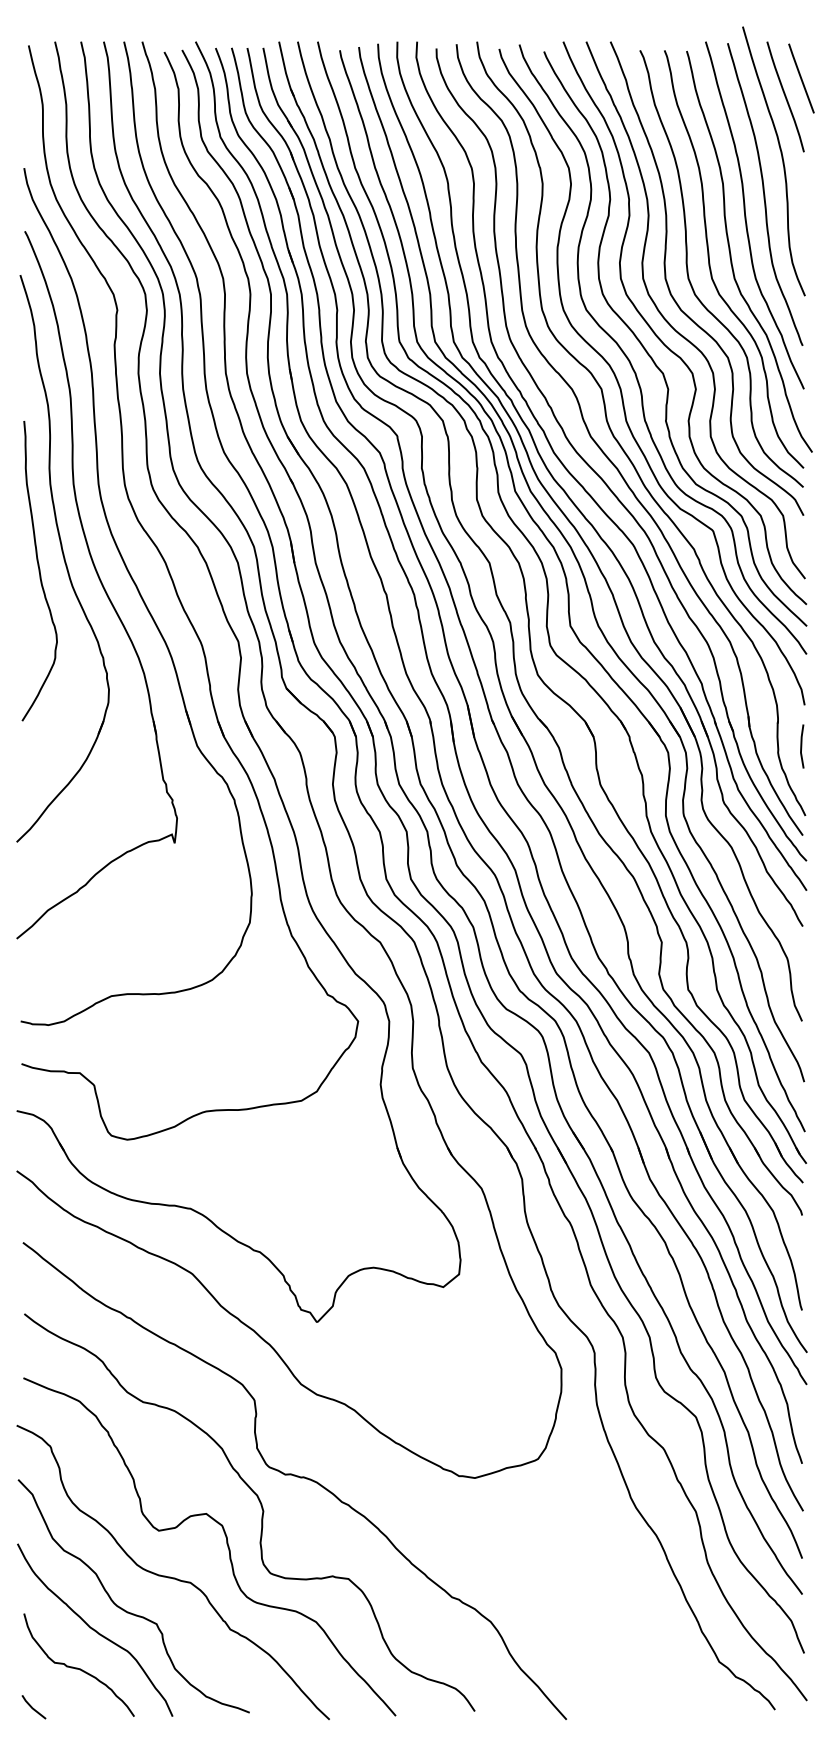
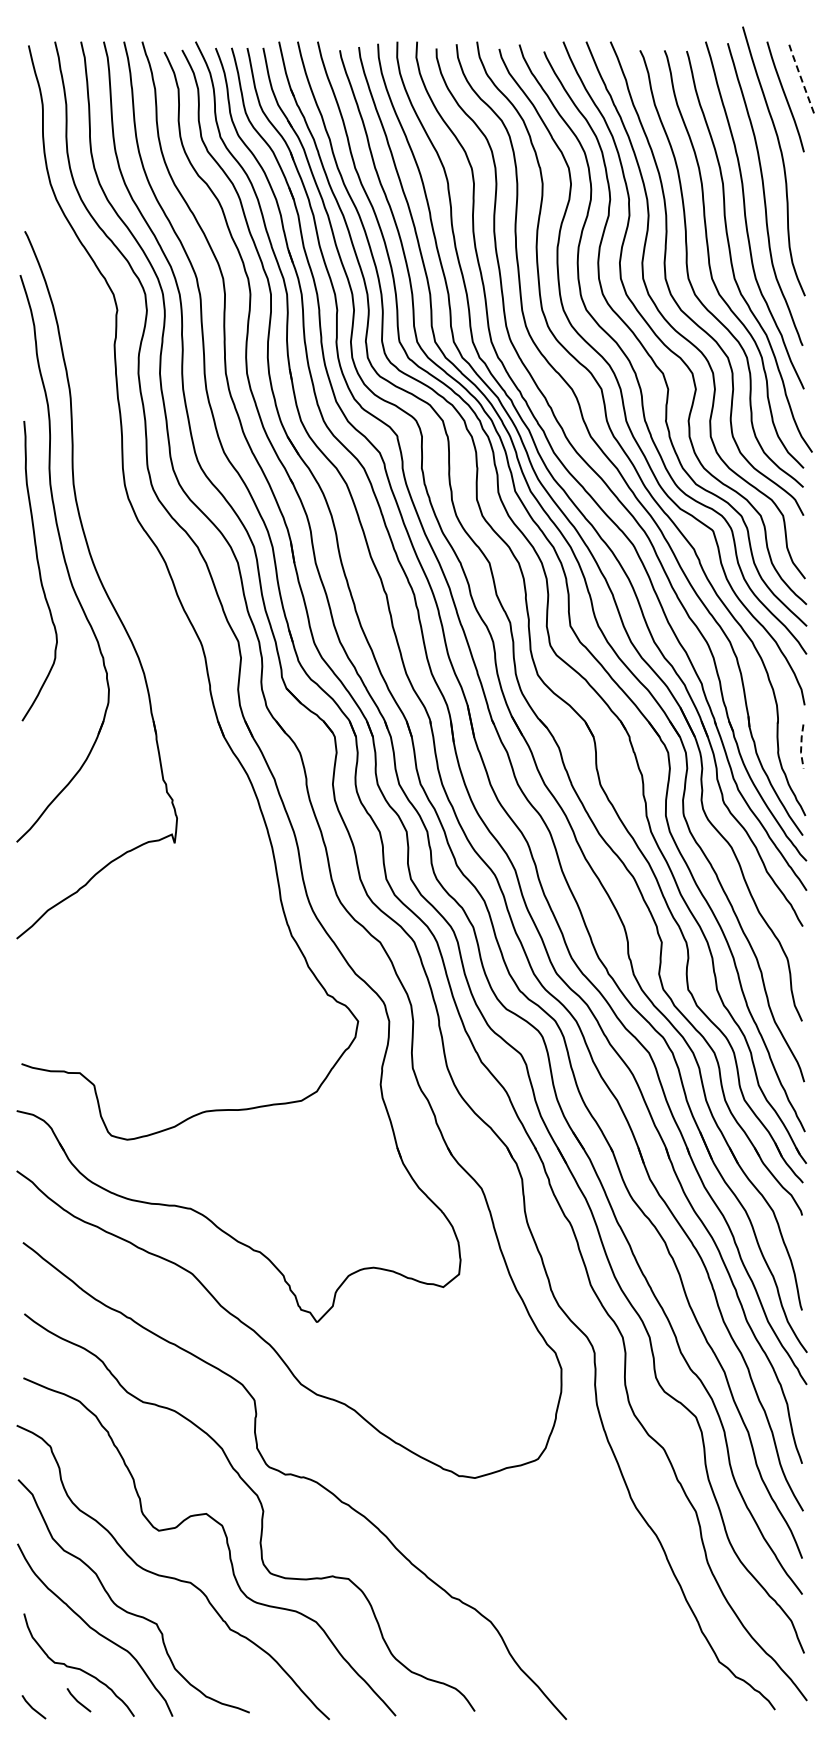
line at (800, 77): solid -> dashed
part at (136, 596): present -> none
line at (801, 746): solid -> dashed
line at (78, 1700): none -> present
